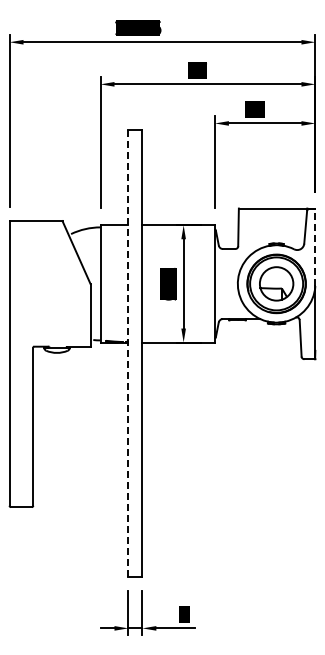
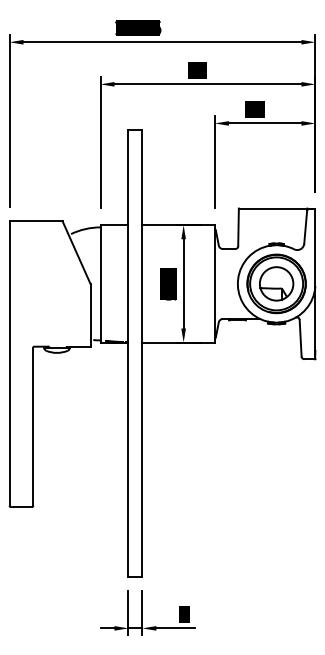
line at (315, 247): dashed -> solid
line at (128, 354): dashed -> solid
